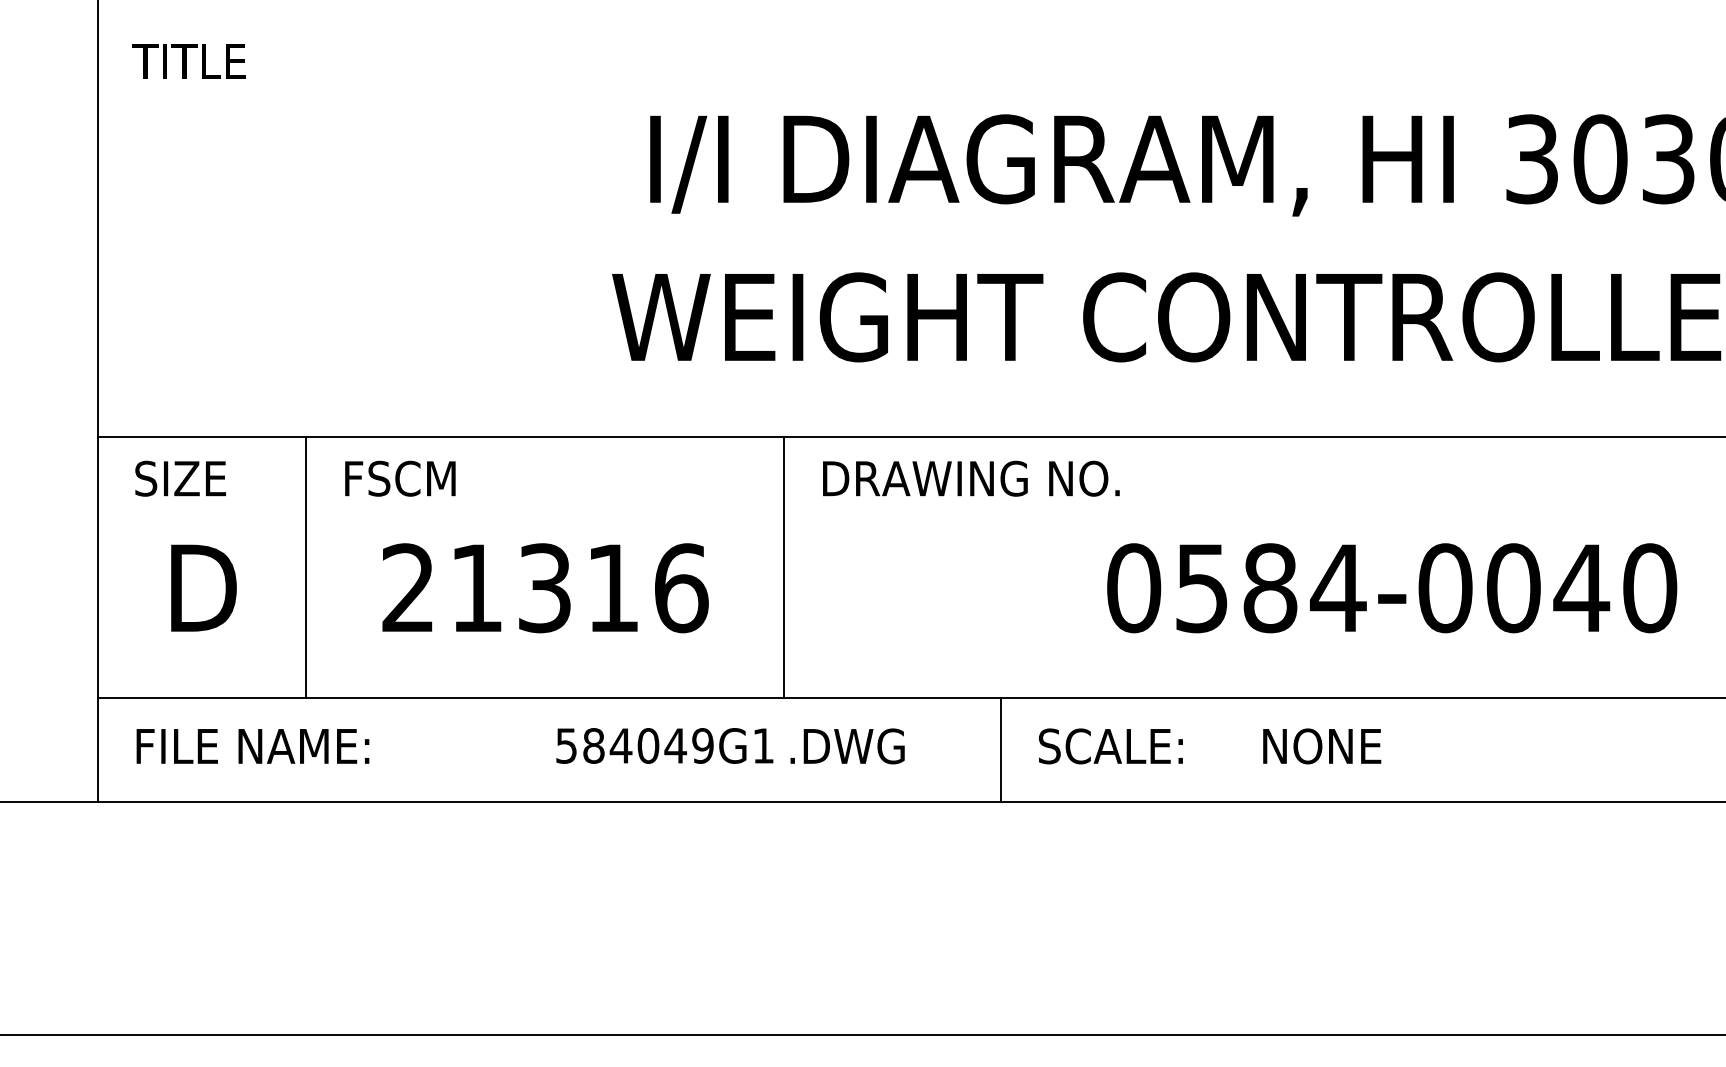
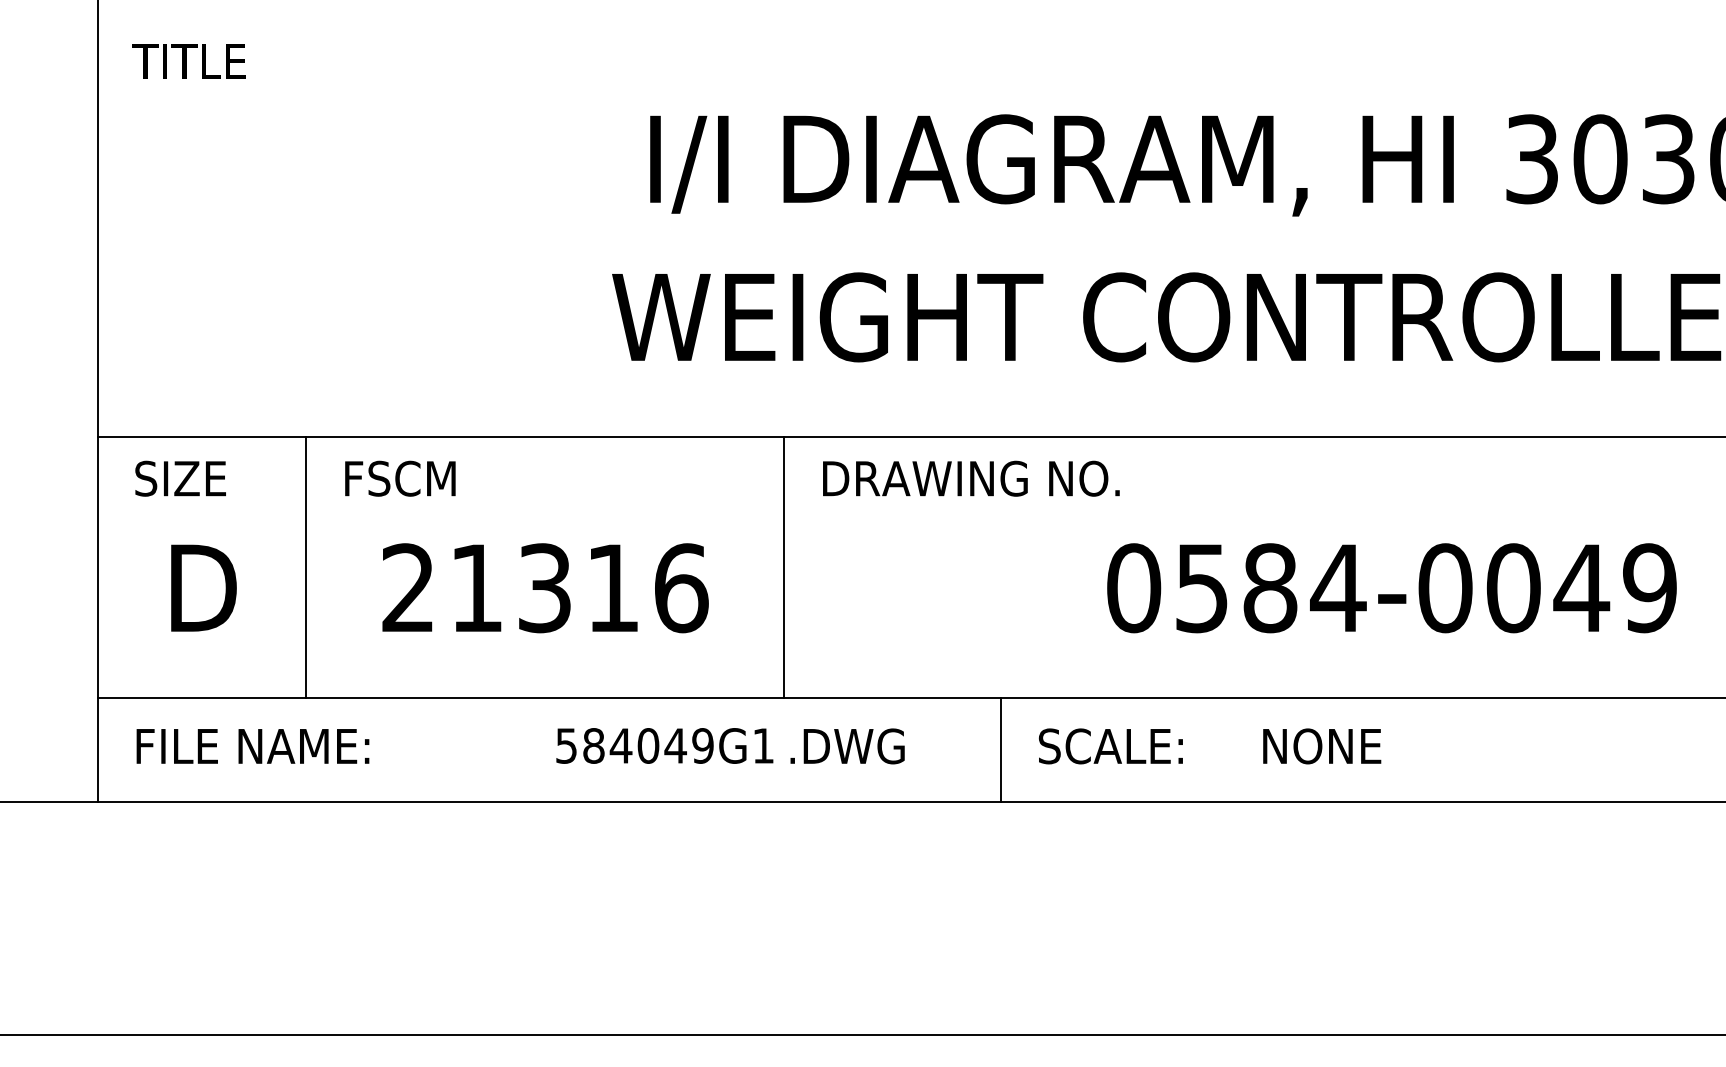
text at (1650, 588): 0584-0040 -> 0584-0049
